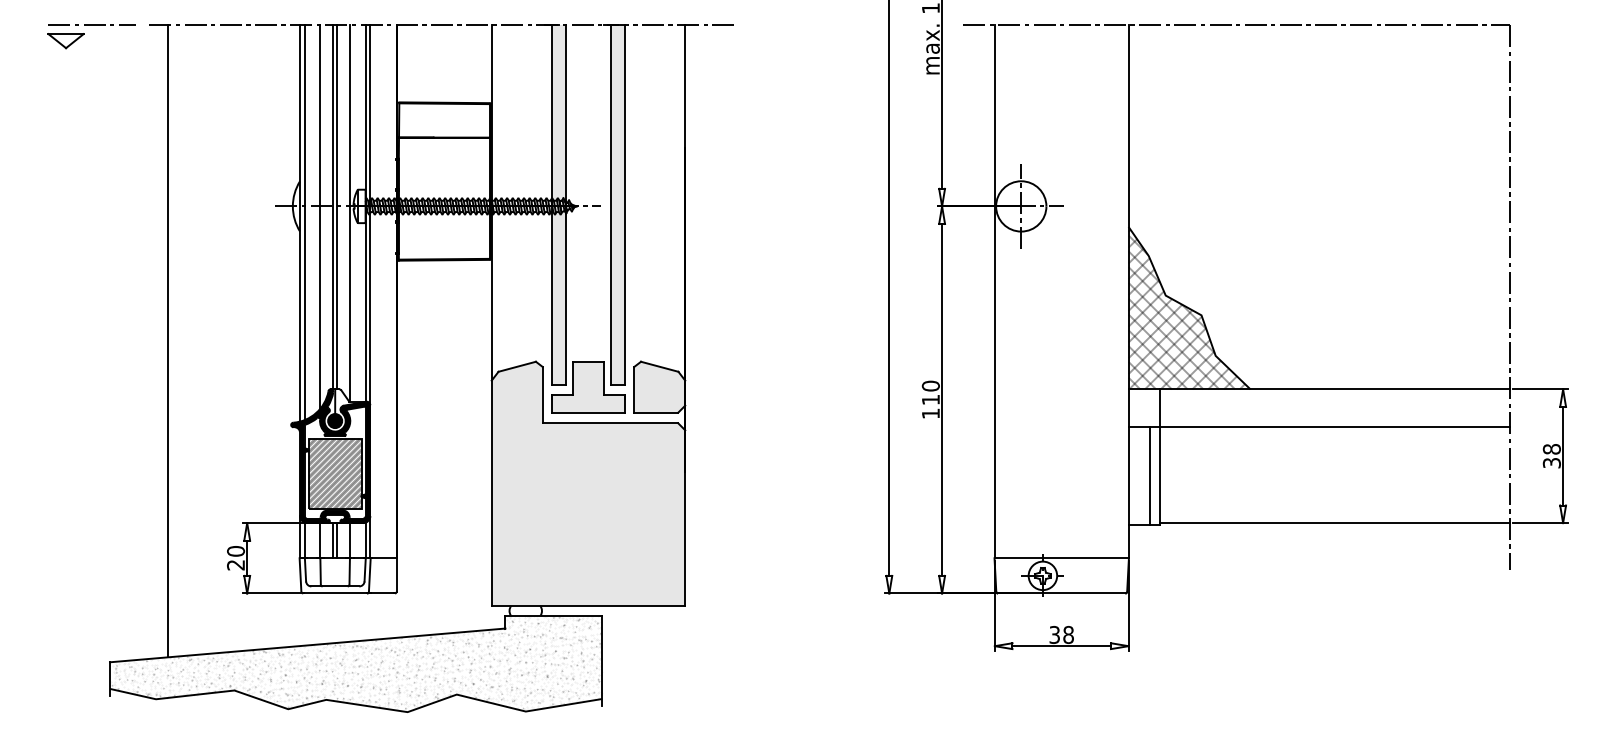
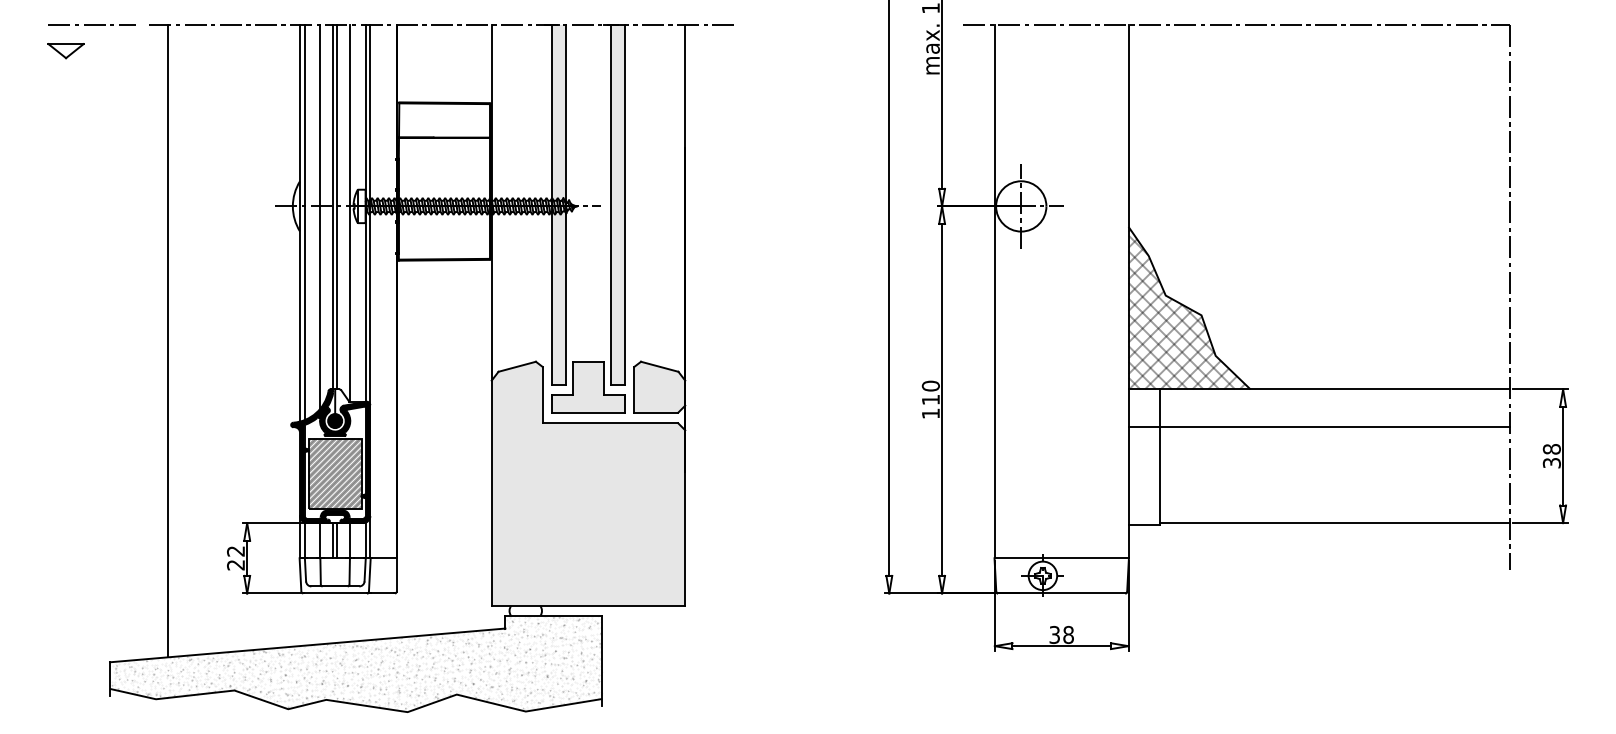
part at (65, 41) position: (65, 41) -> (65, 51)
line at (1150, 476): present -> none
text at (236, 551): 20 -> 22
